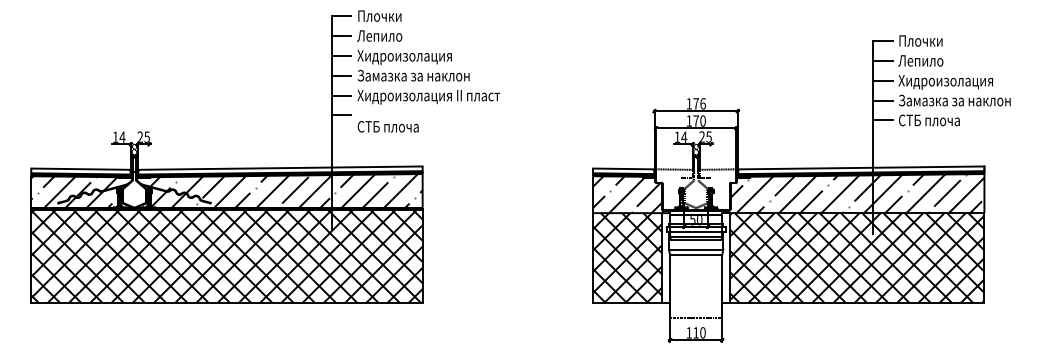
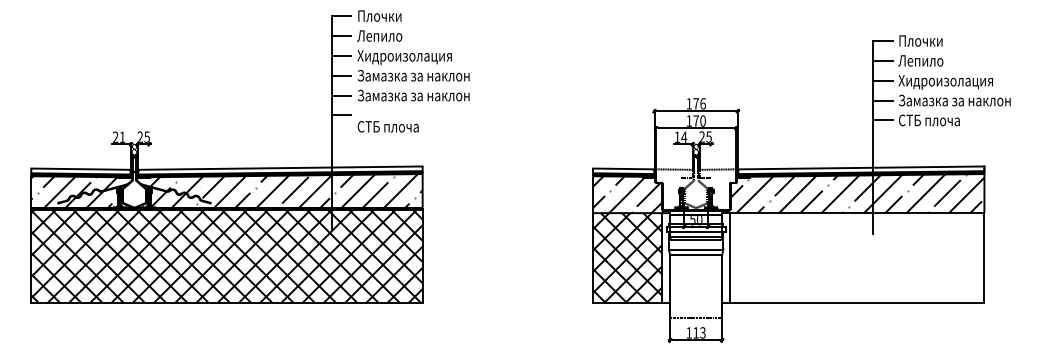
text at (428, 96): Хидроизолация II пласт -> Замазка за наклон
text at (118, 136): 14 -> 21
hatch at (857, 258): present -> none
text at (702, 332): 110 -> 113
